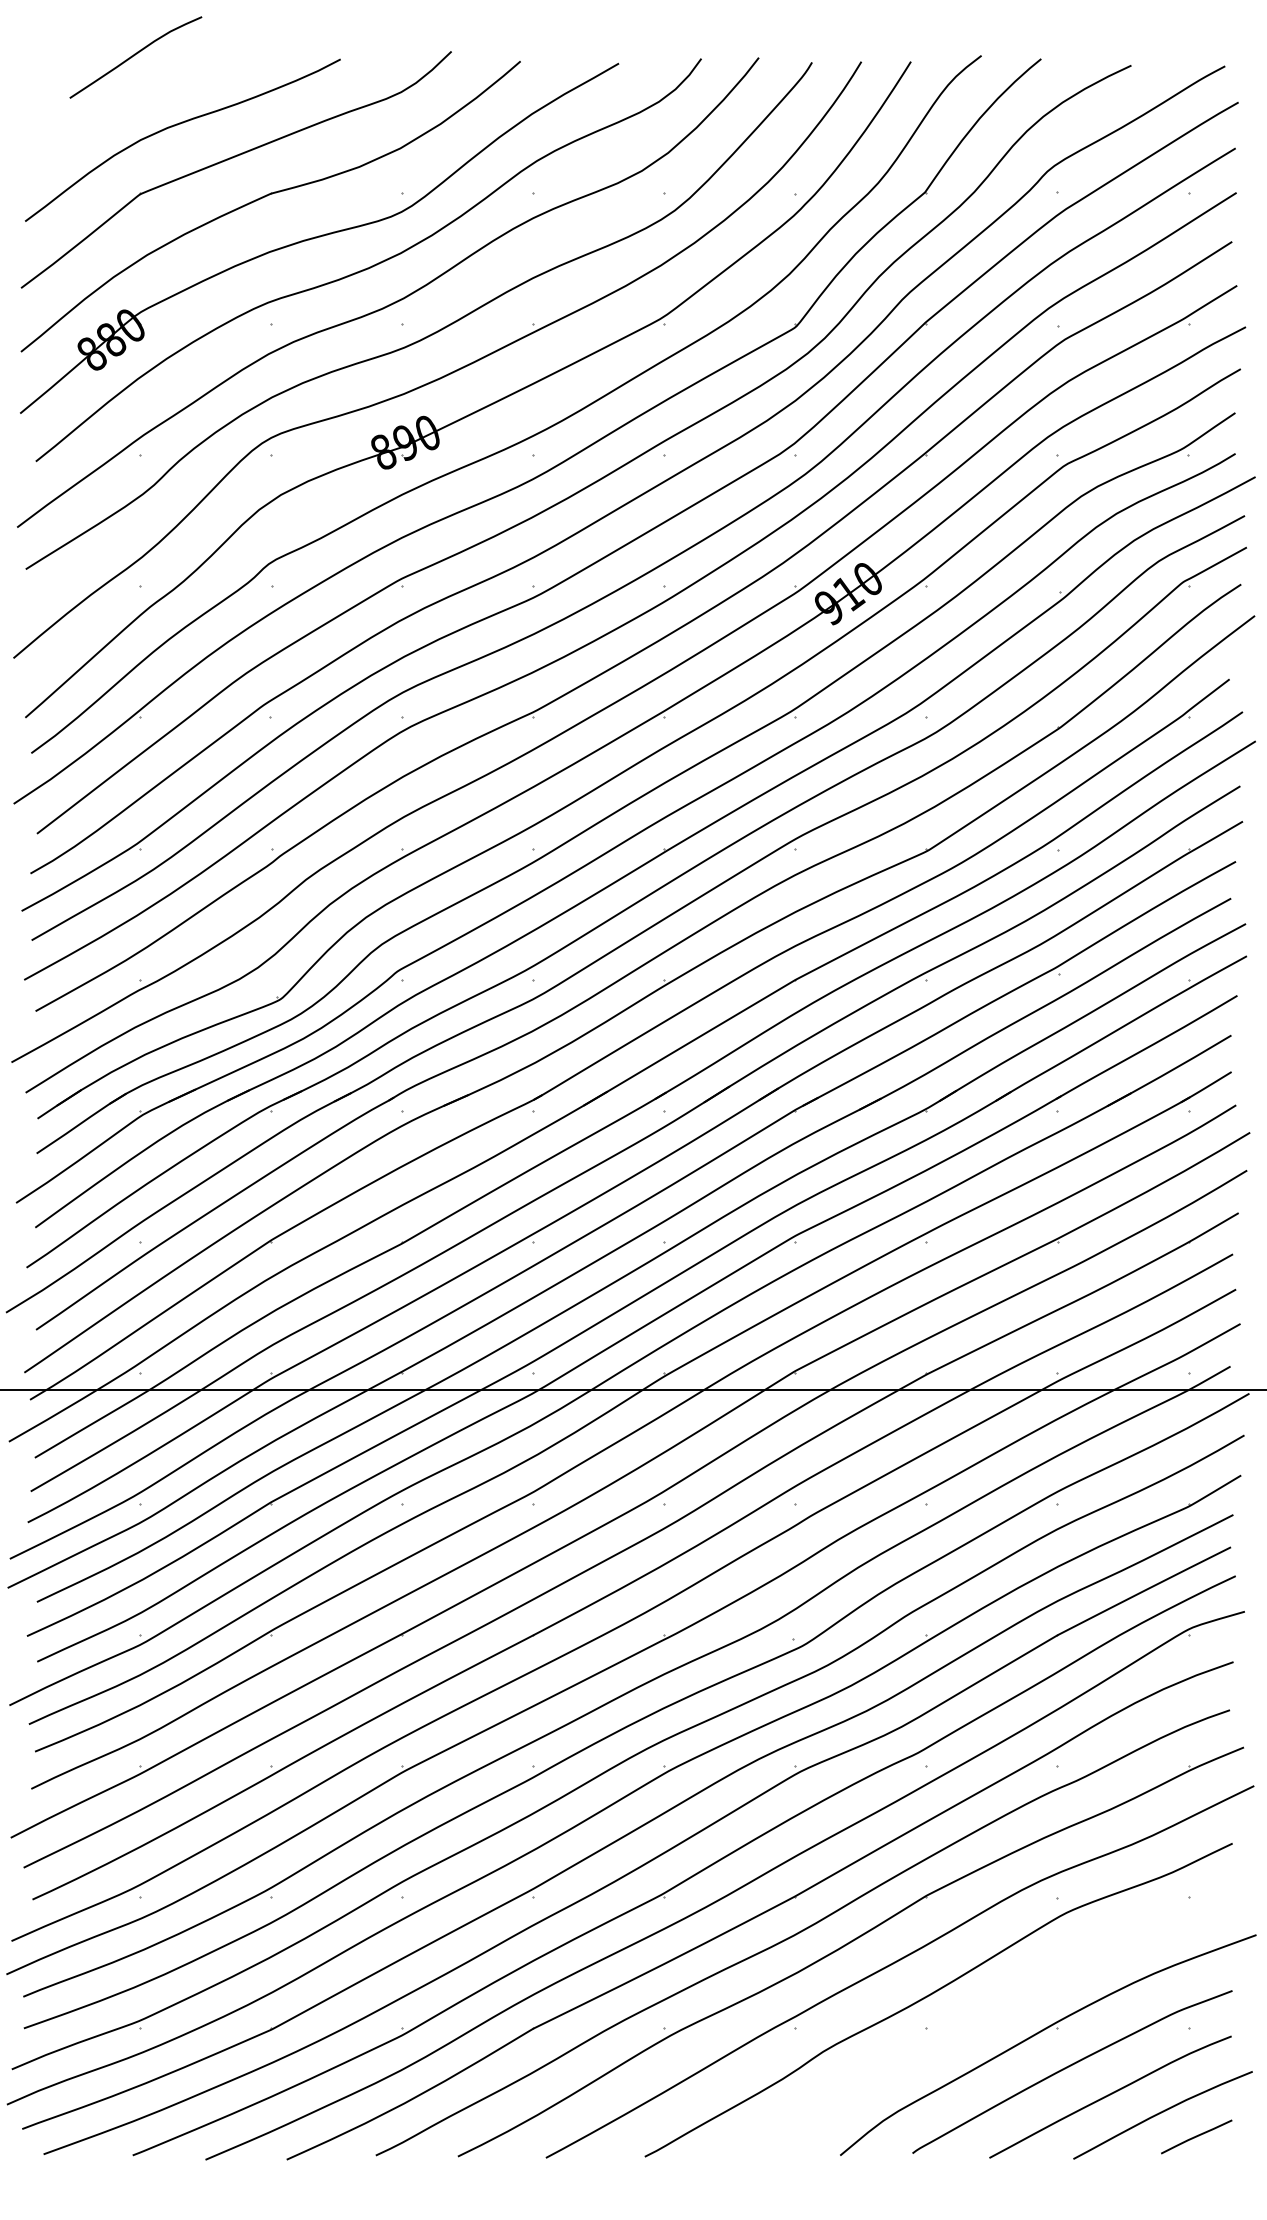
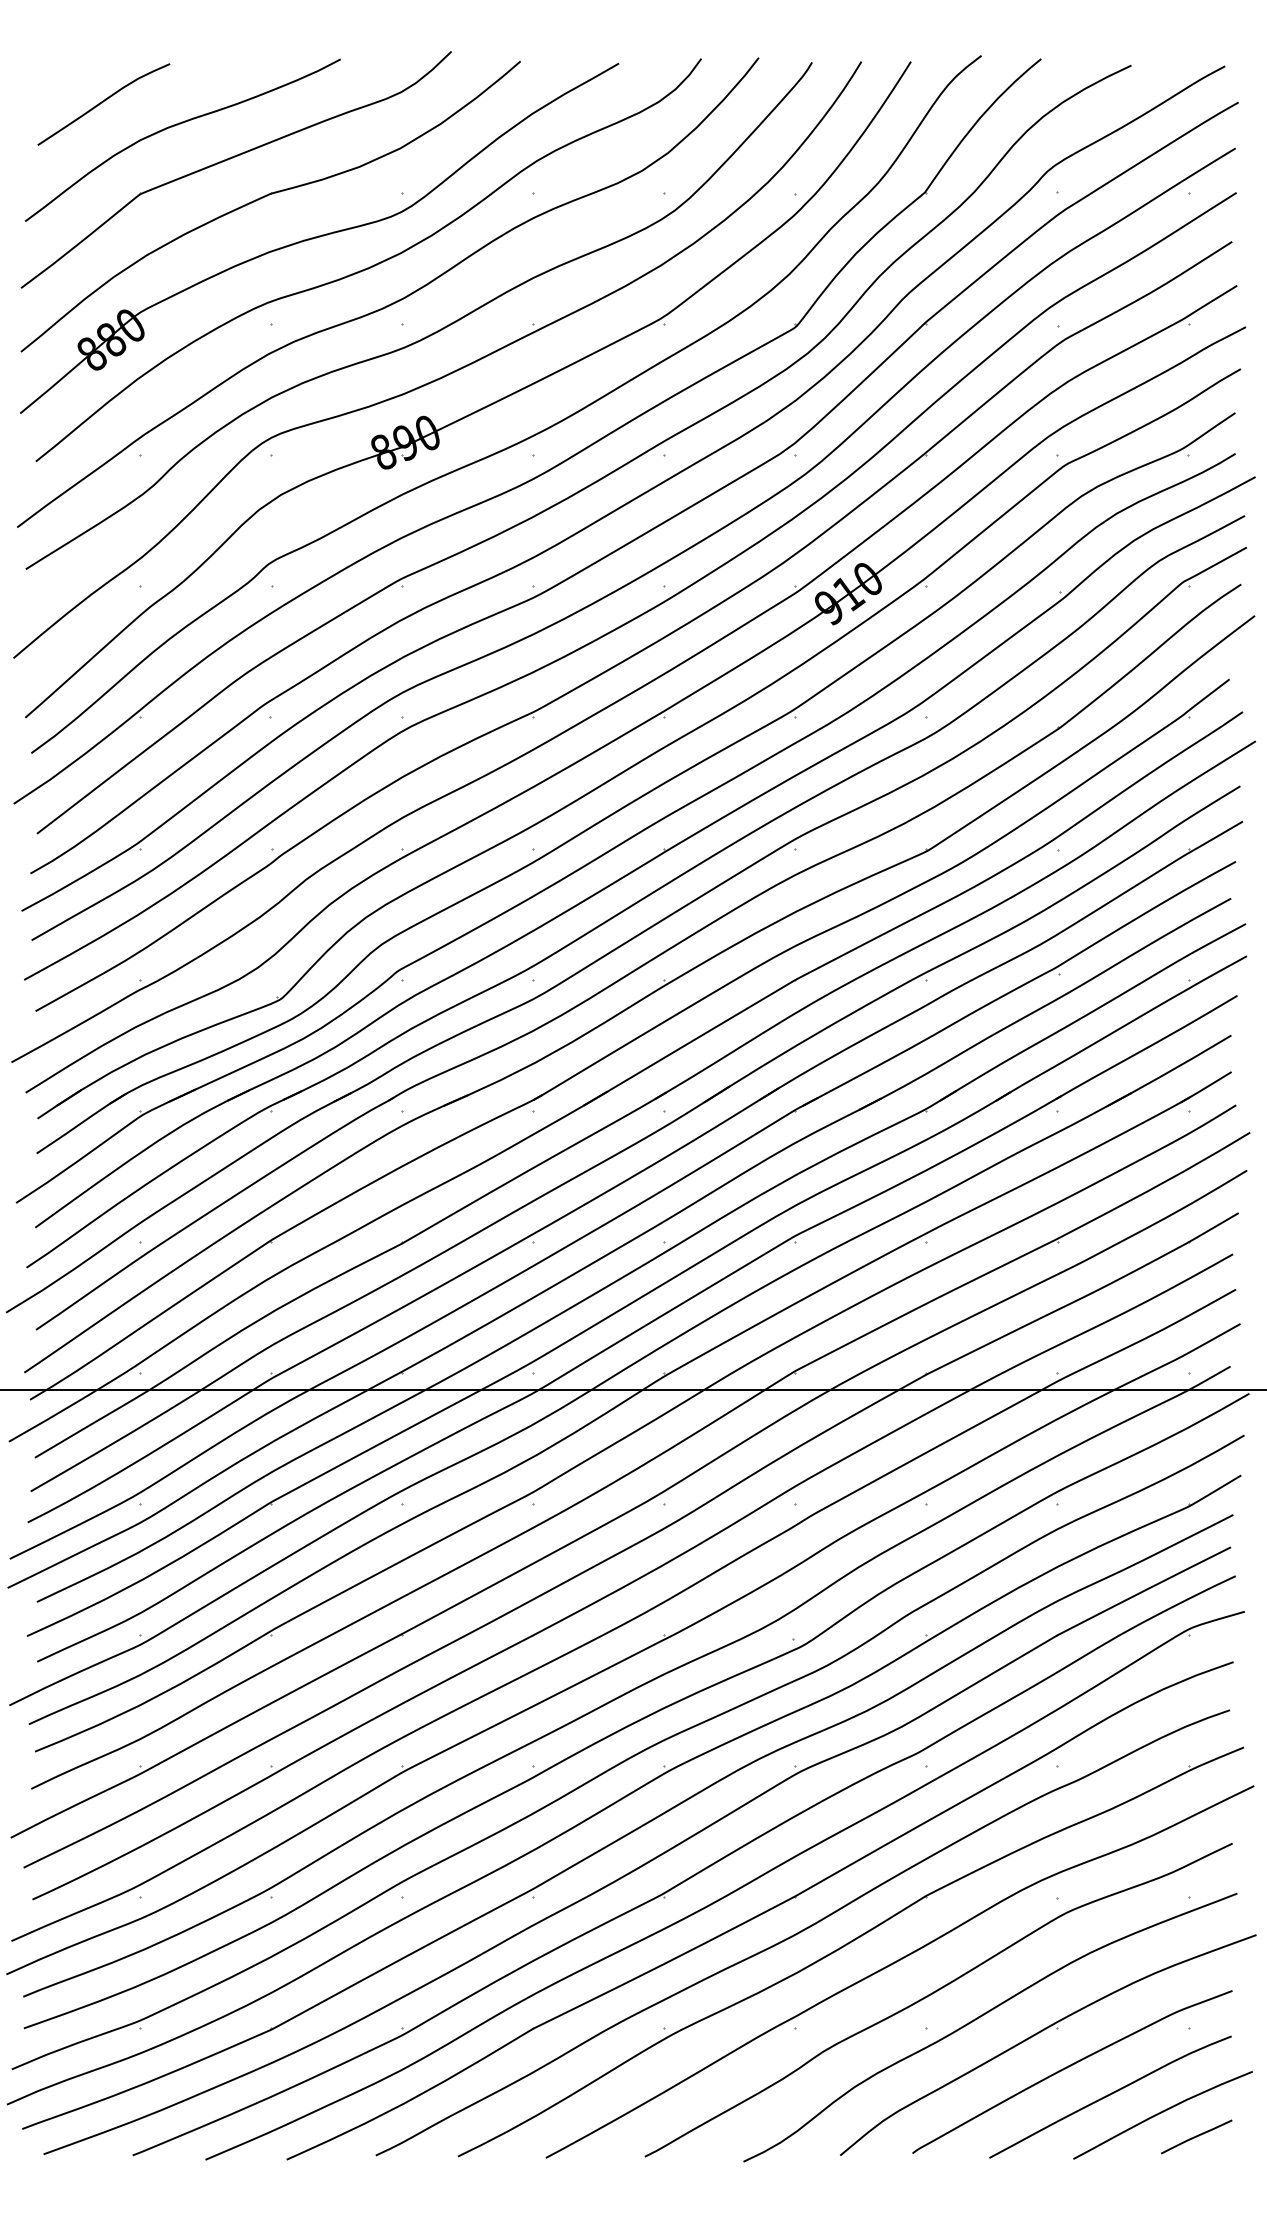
curve at (134, 56) position: (134, 56) -> (102, 103)
curve at (984, 2015): none -> present
